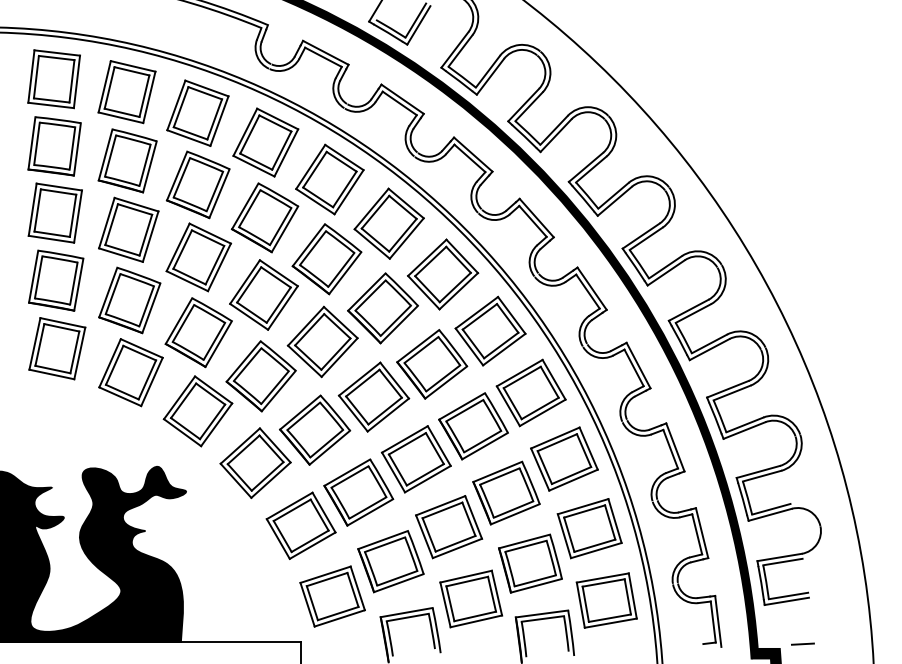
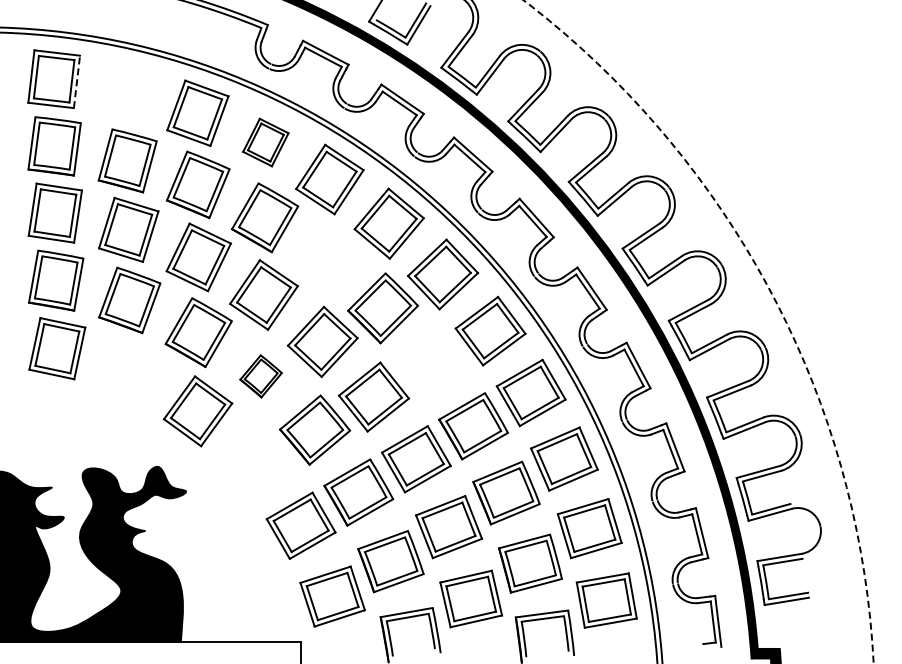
line at (77, 81): solid -> dashed
part at (126, 92): present -> none
part at (265, 142) size: 68x71 px -> 48x51 px
part at (326, 259): present -> none
circle at (698, 331): solid -> dashed
part at (432, 364): present -> none
part at (130, 372): present -> none
part at (260, 376) size: 72x73 px -> 44x45 px
part at (255, 462): present -> none
line at (802, 643): present -> none
